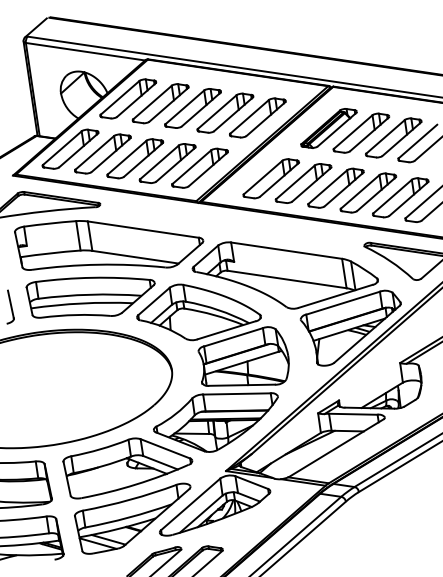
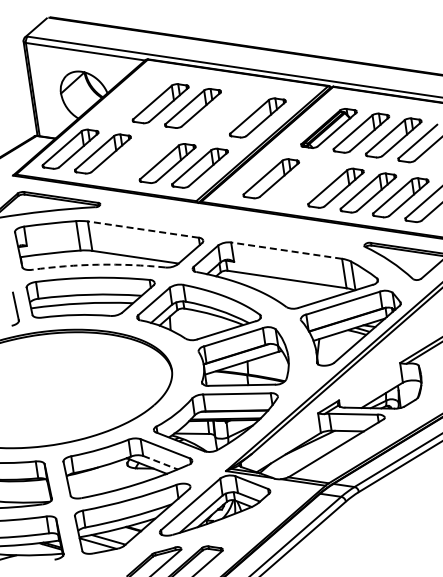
part at (128, 98): present -> none
part at (225, 112): present -> none
part at (135, 158): present -> none
part at (303, 183): present -> none
line at (142, 229): solid -> dashed
line at (286, 250): solid -> dashed
arc at (98, 264): solid -> dashed
part at (10, 306) position: (10, 306) -> (15, 308)
line at (160, 462): solid -> dashed
